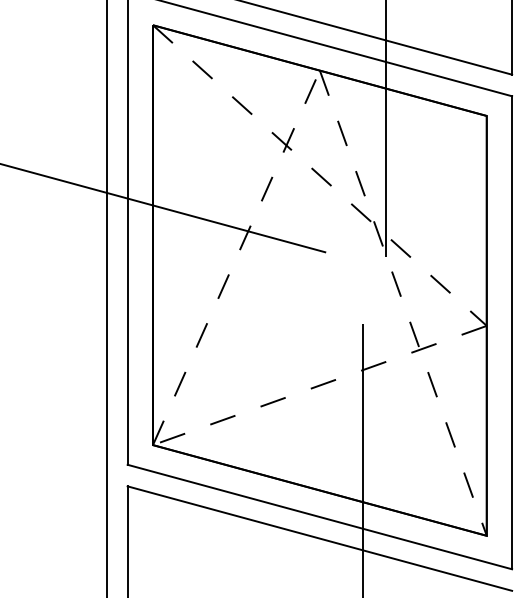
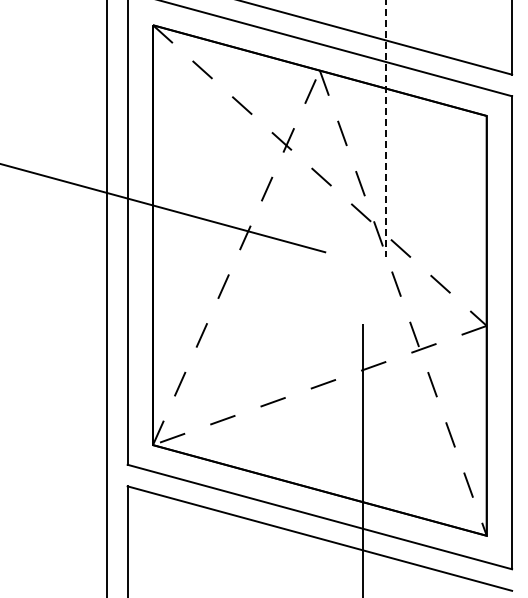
line at (386, 128): solid -> dashed
